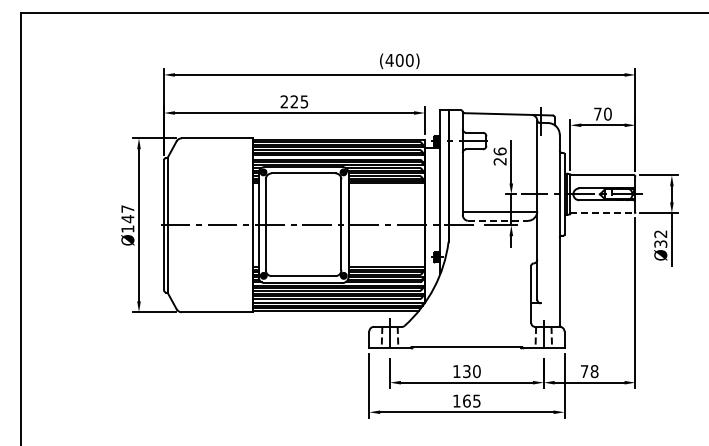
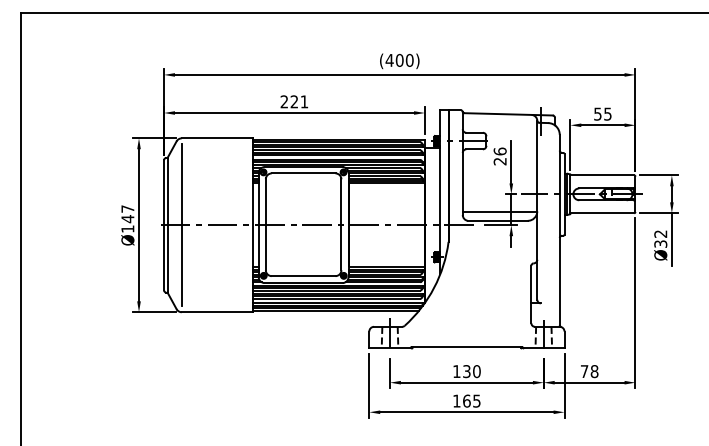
text at (304, 101): 225 -> 221
text at (602, 113): 70 -> 55
line at (602, 213): dashed -> solid
line at (498, 220): dashed -> solid
line at (181, 225): none -> present
